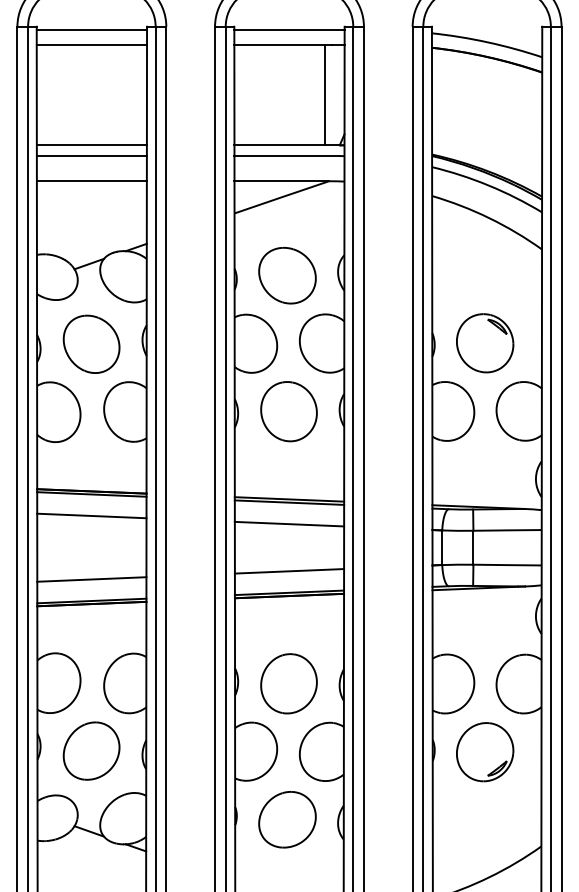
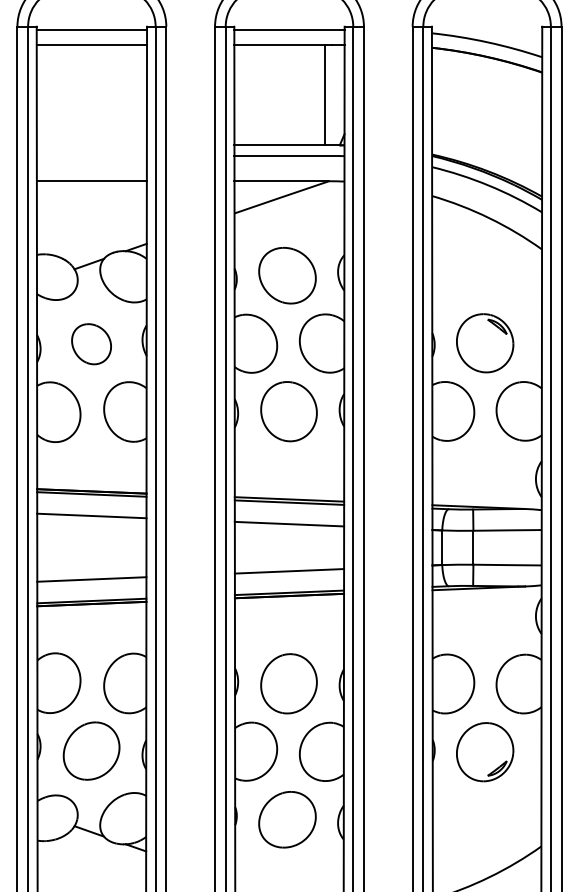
line at (91, 145): present -> none
line at (91, 156): present -> none
part at (91, 343) size: 59x60 px -> 41x43 px
